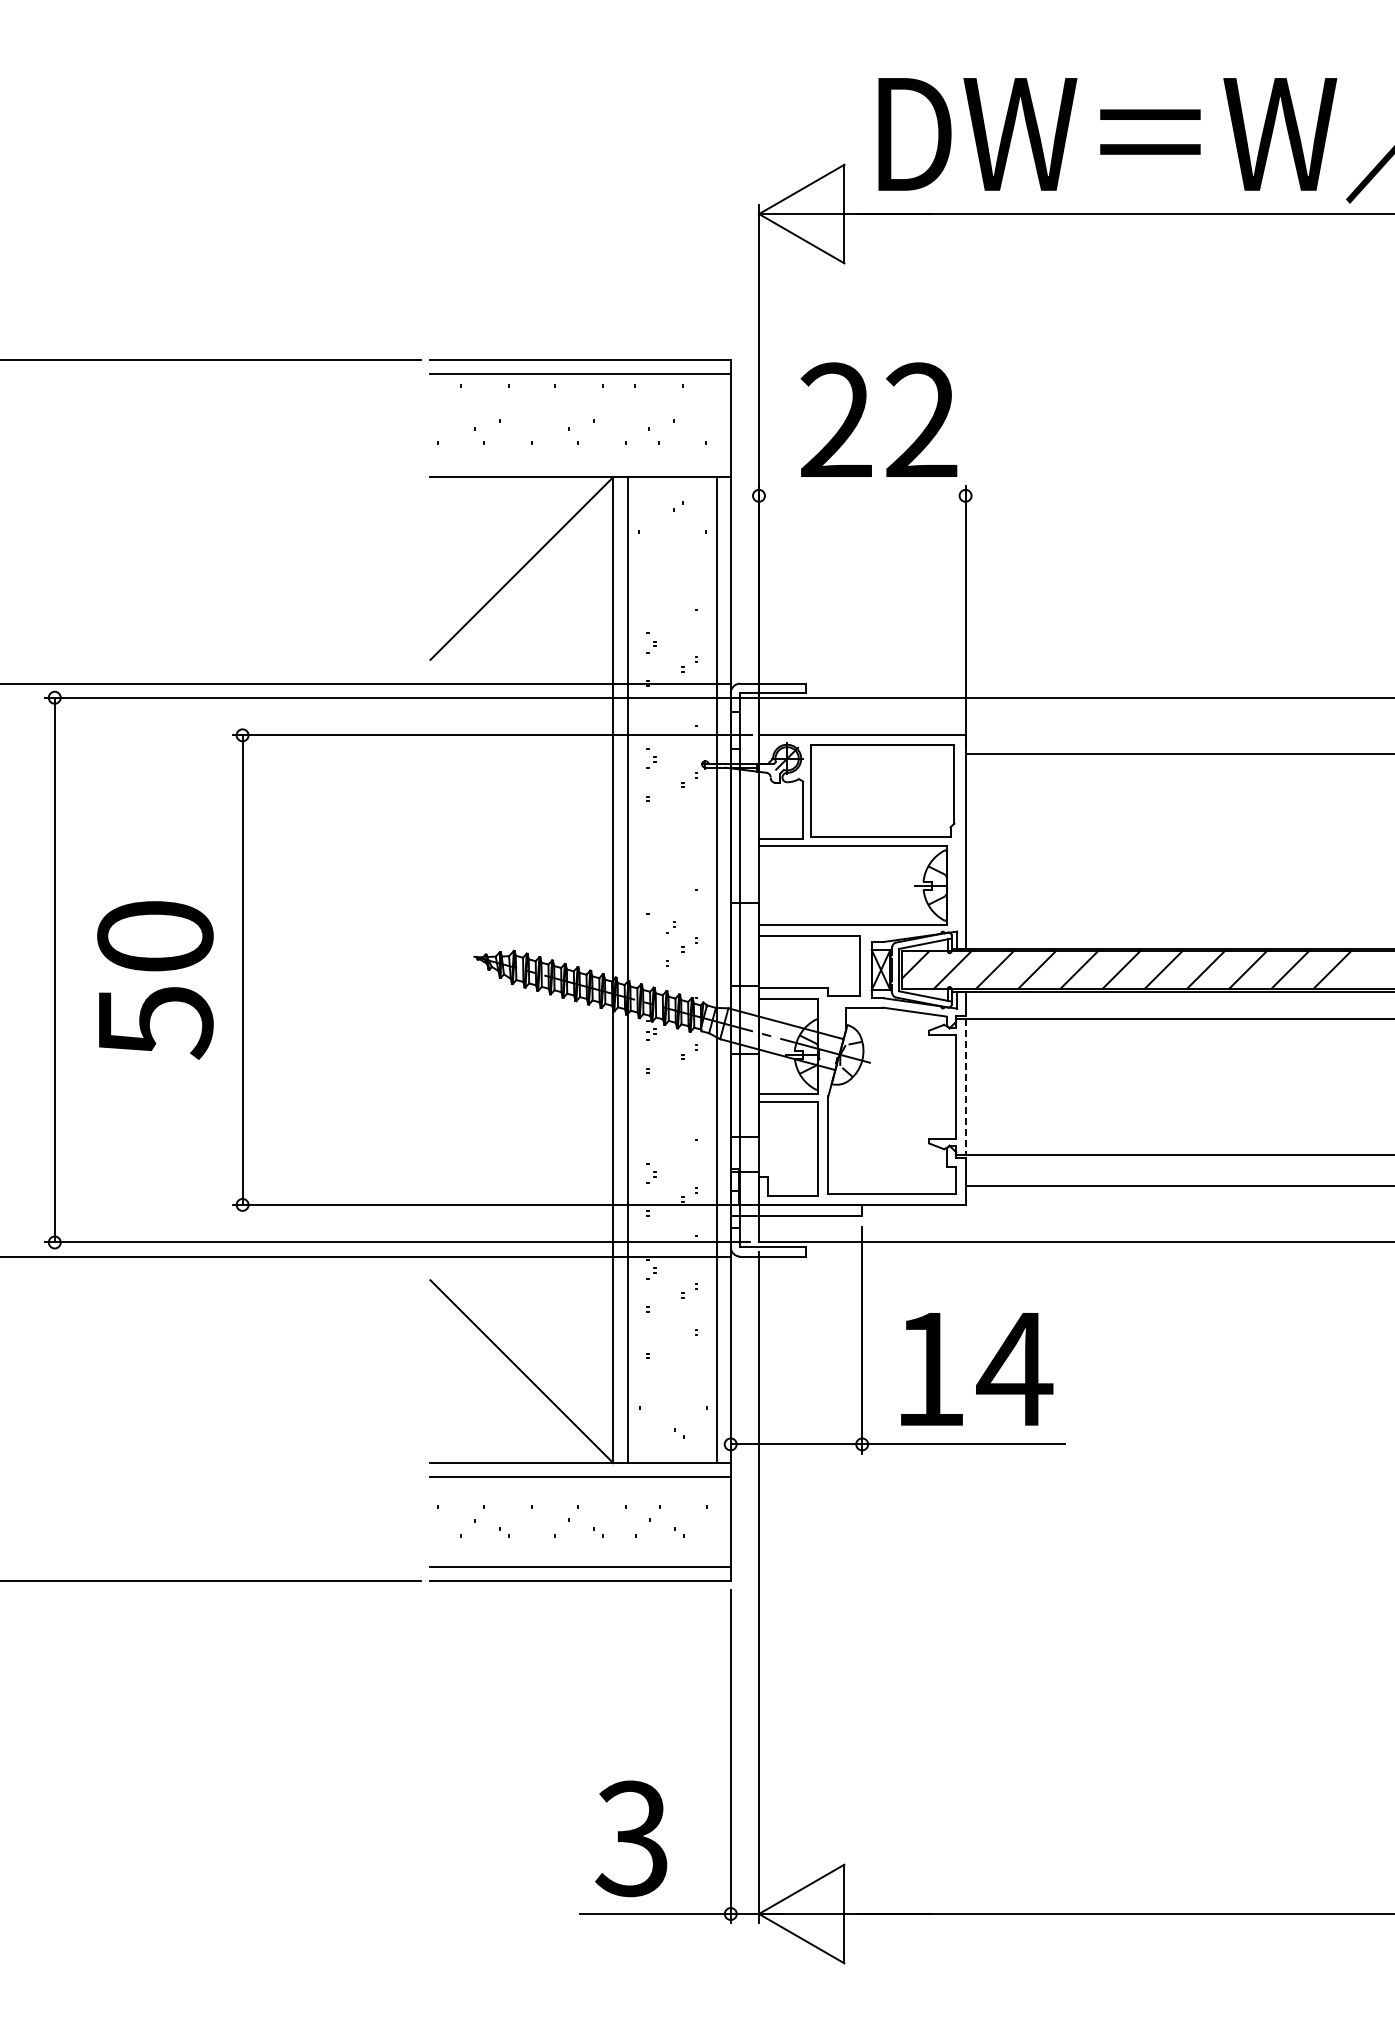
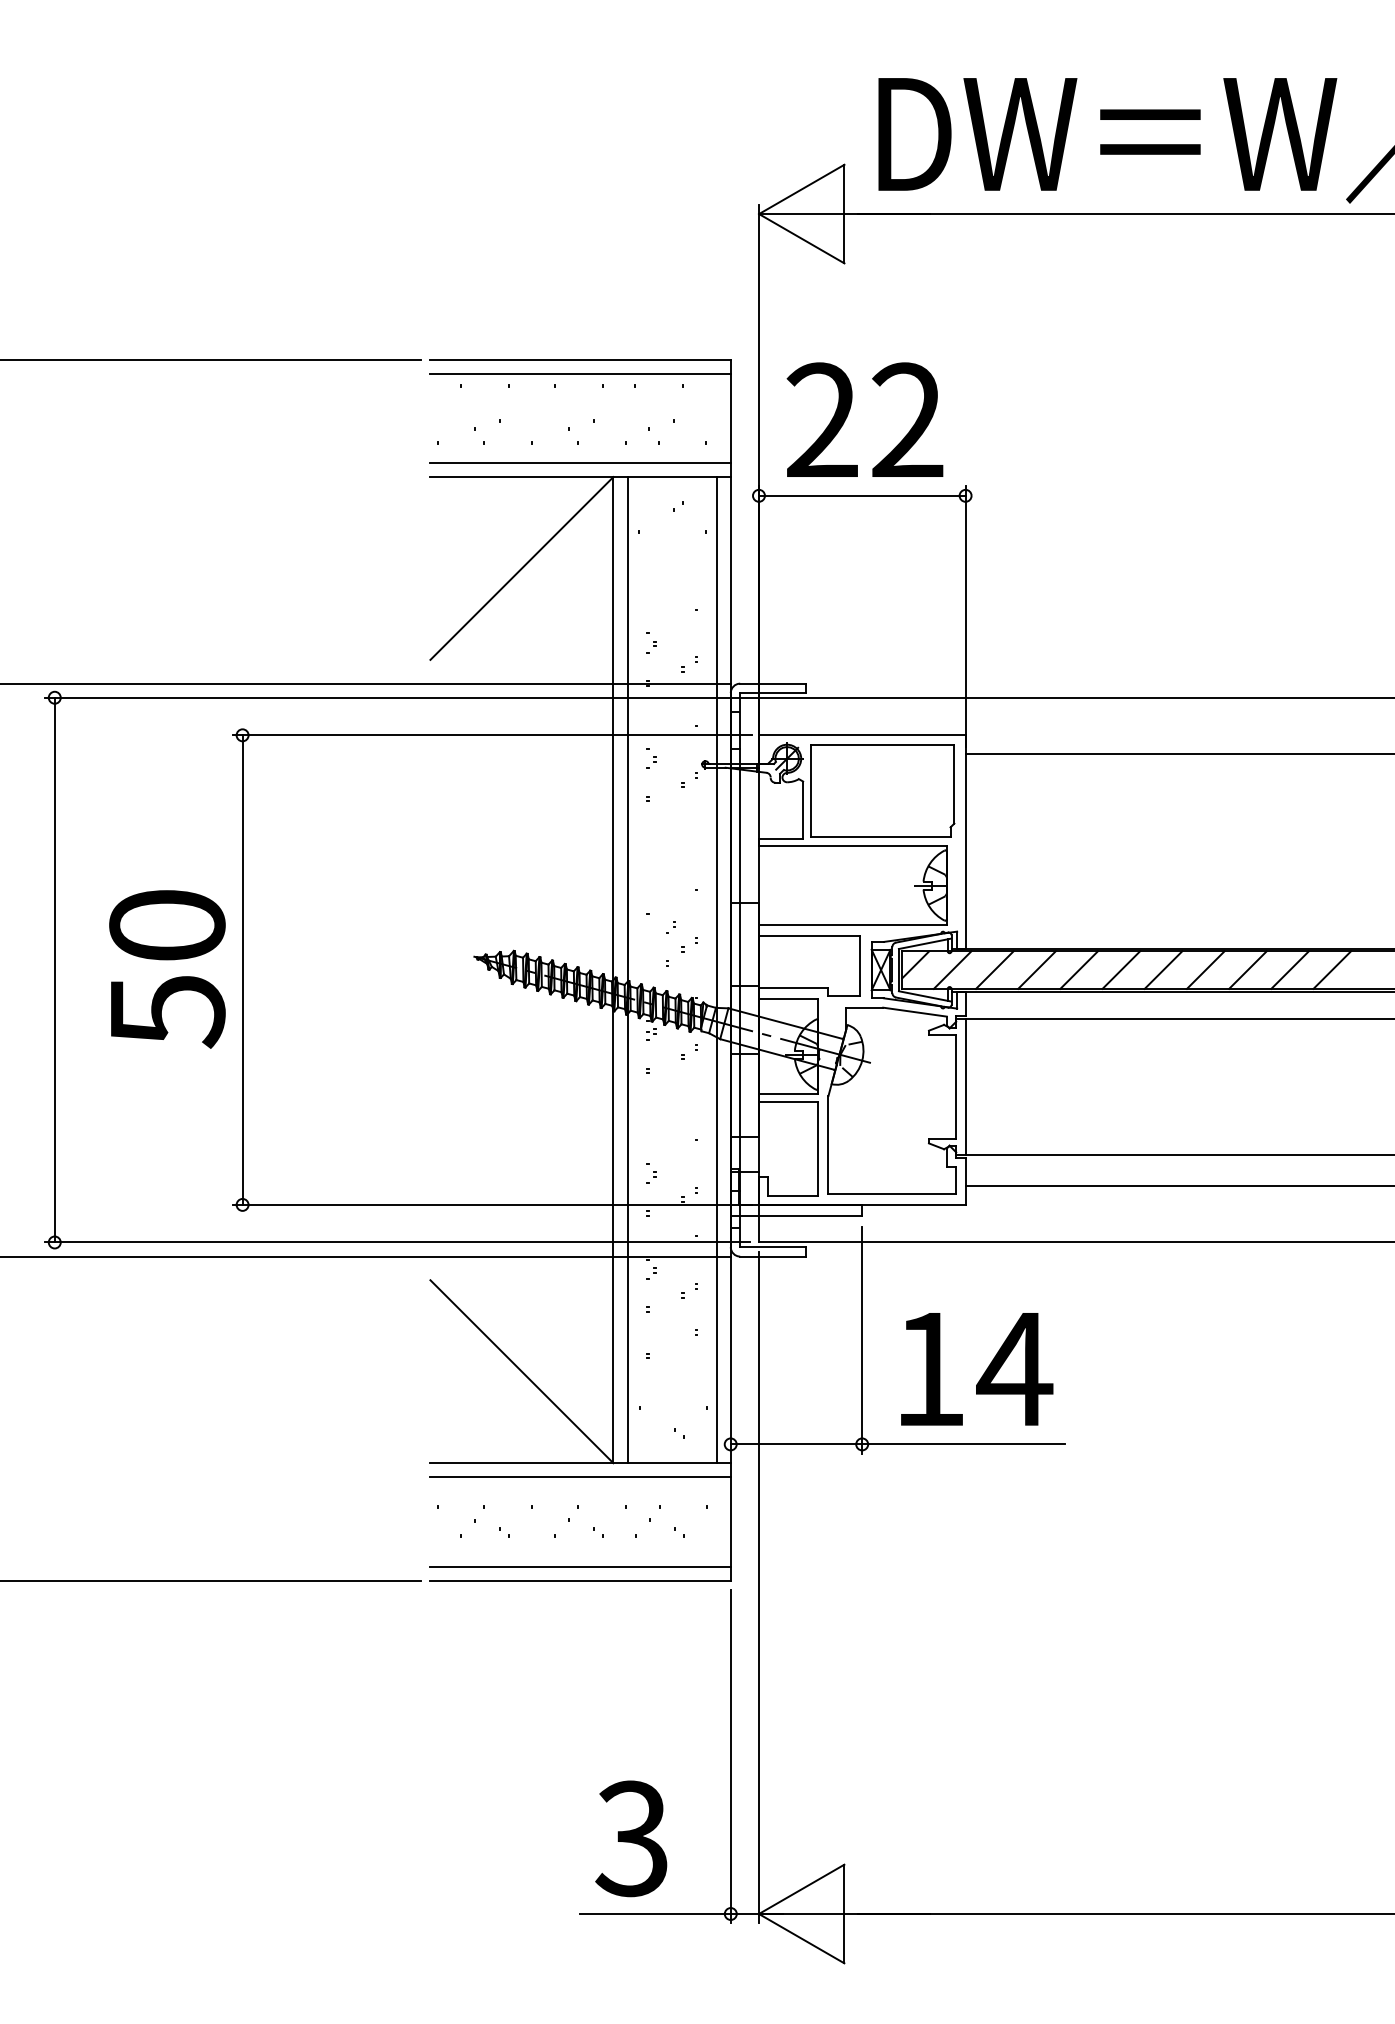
text at (878, 419) position: (878, 419) -> (864, 419)
line at (580, 462): none -> present
line at (861, 495): none -> present
text at (155, 980) position: (155, 980) -> (167, 969)
line at (965, 1087): dashed -> solid
